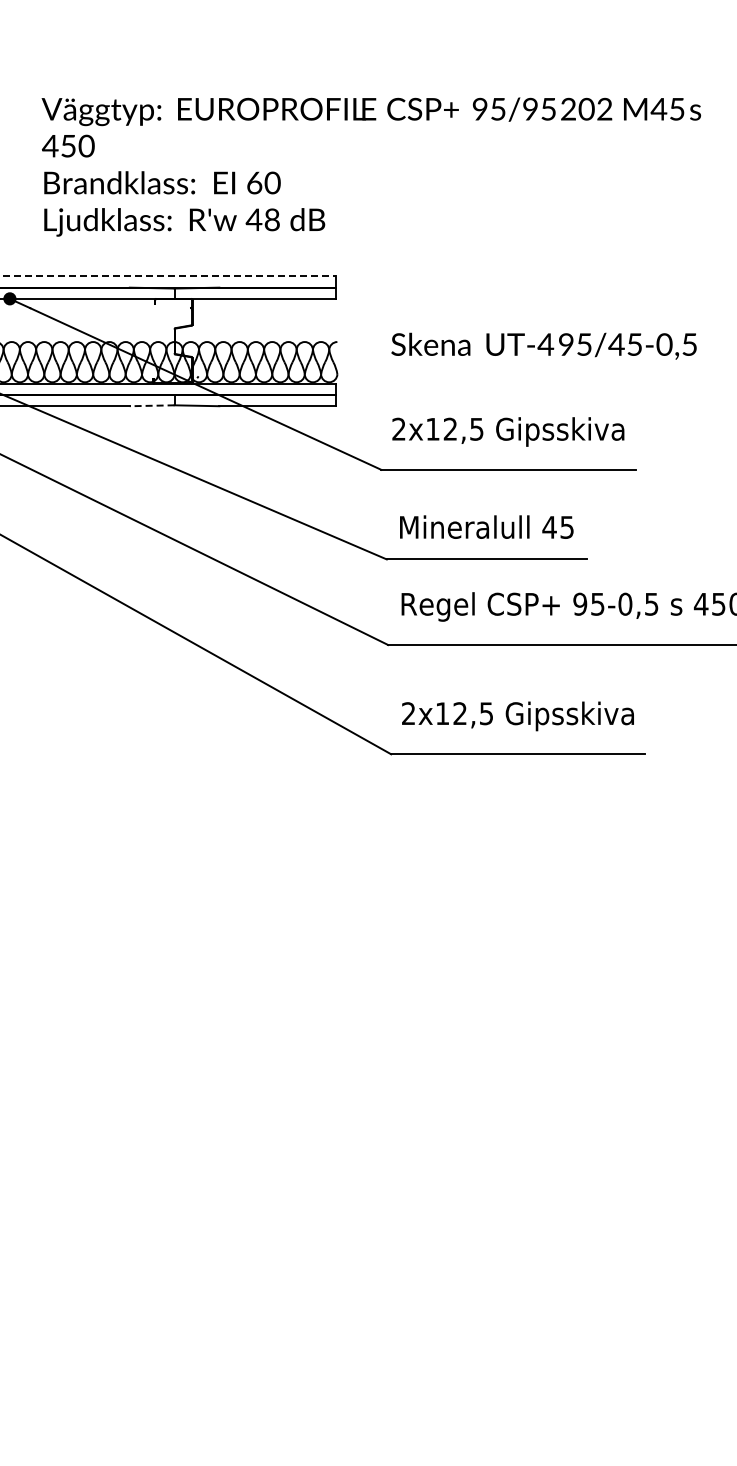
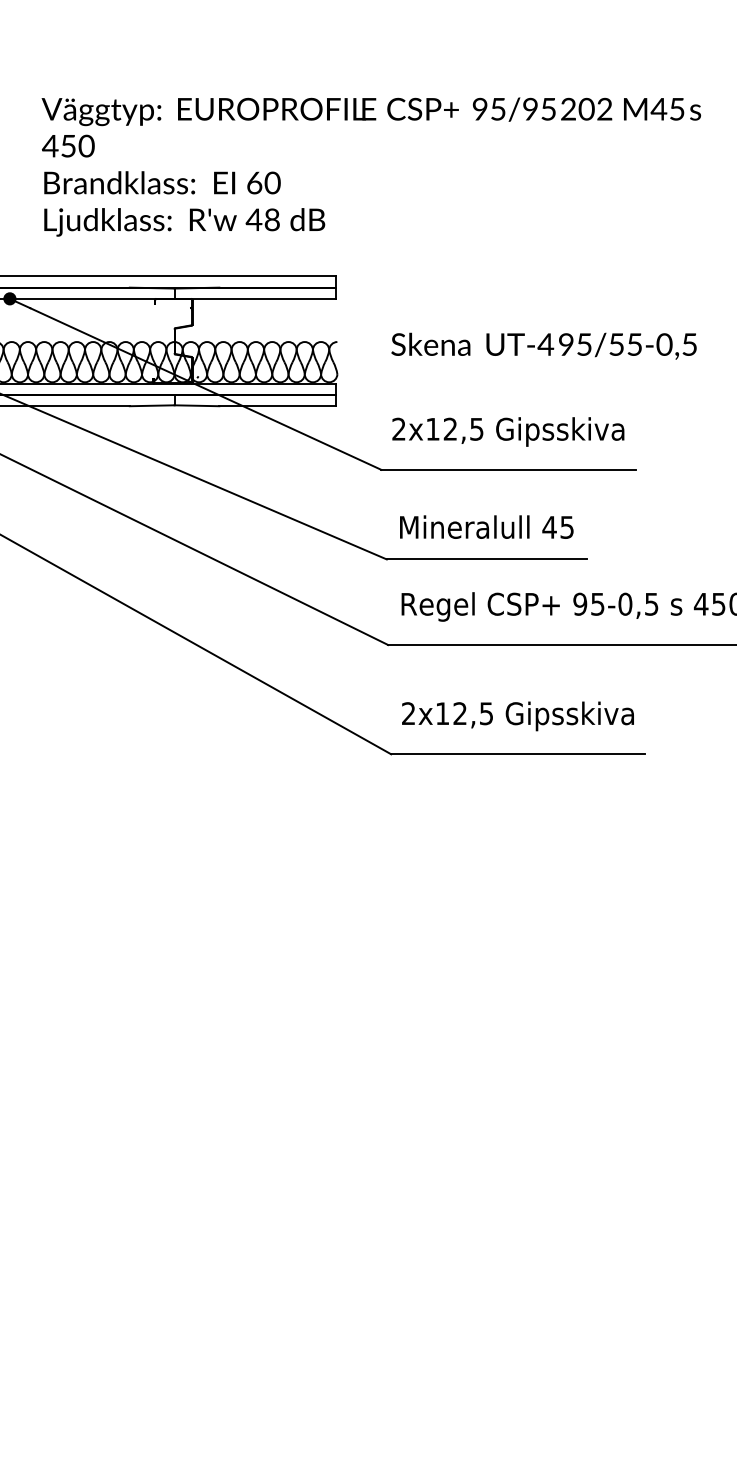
line at (167, 276): dashed -> solid
text at (616, 344): 95/45-0,5 -> 95/55-0,5
line at (151, 405): dashed -> solid
